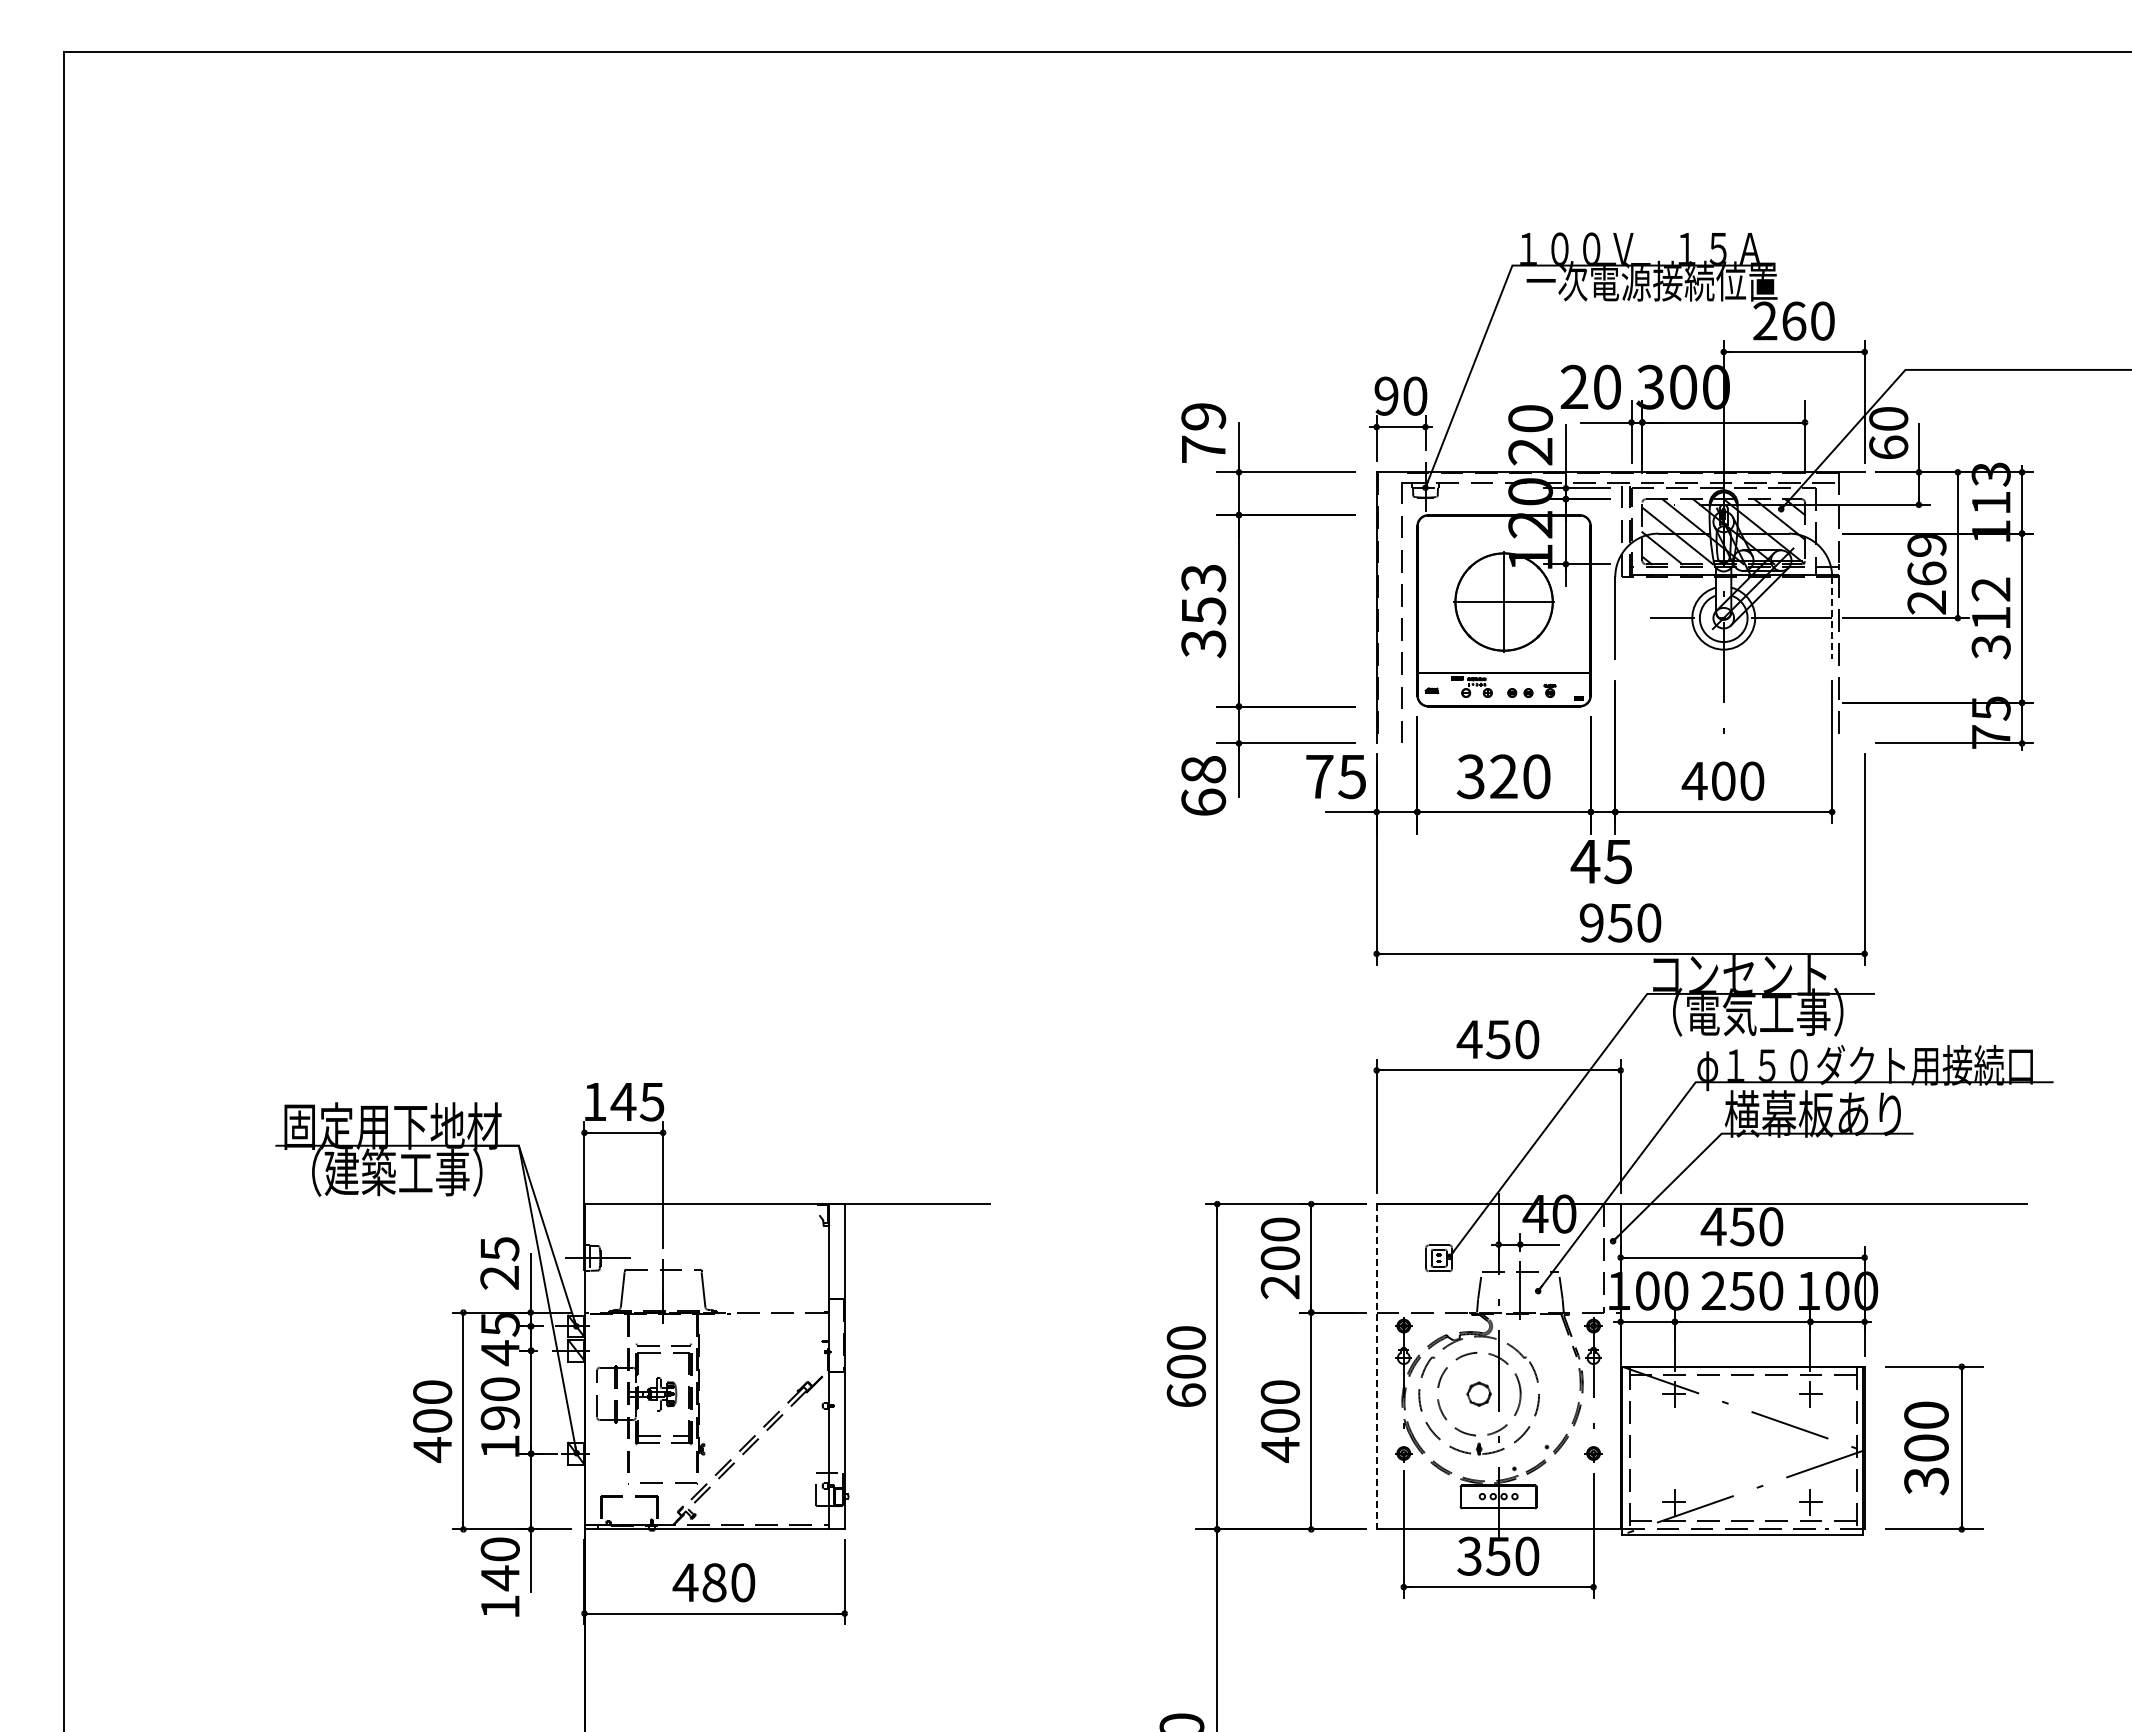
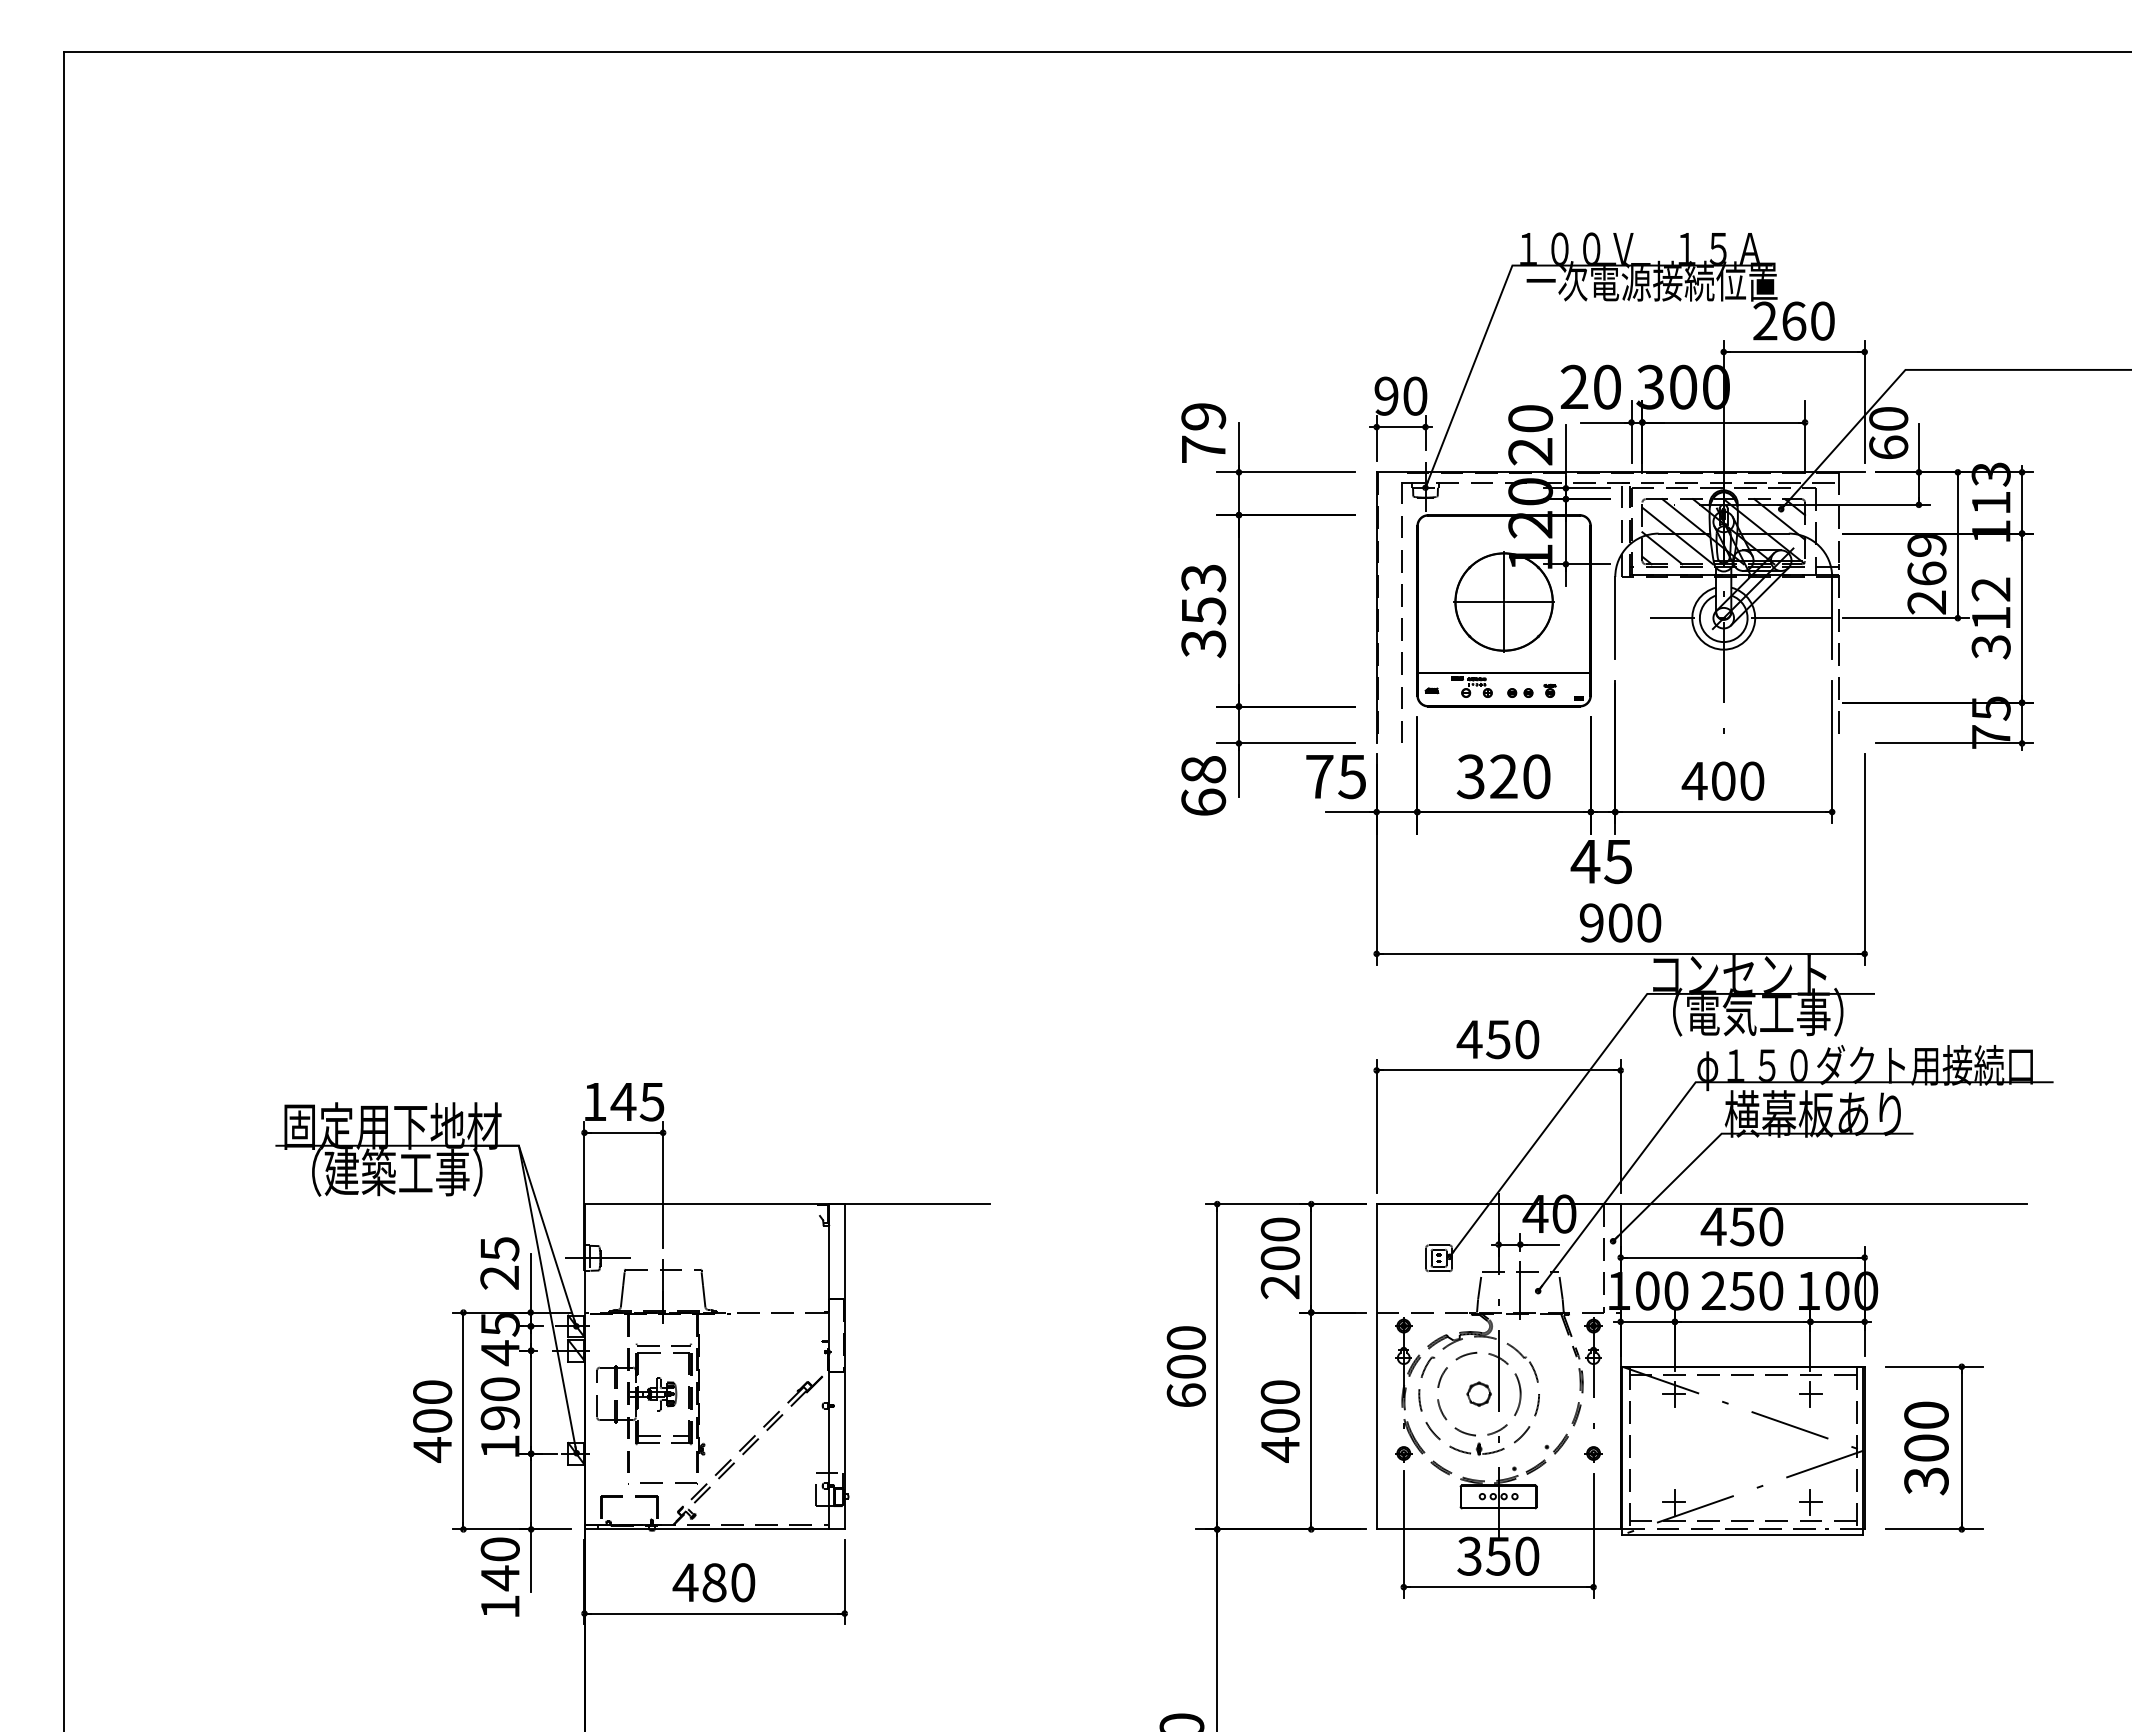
line at (1832, 618): dashed -> solid
text at (1620, 922): 950 -> 900
line at (1376, 1366): dashed -> solid
